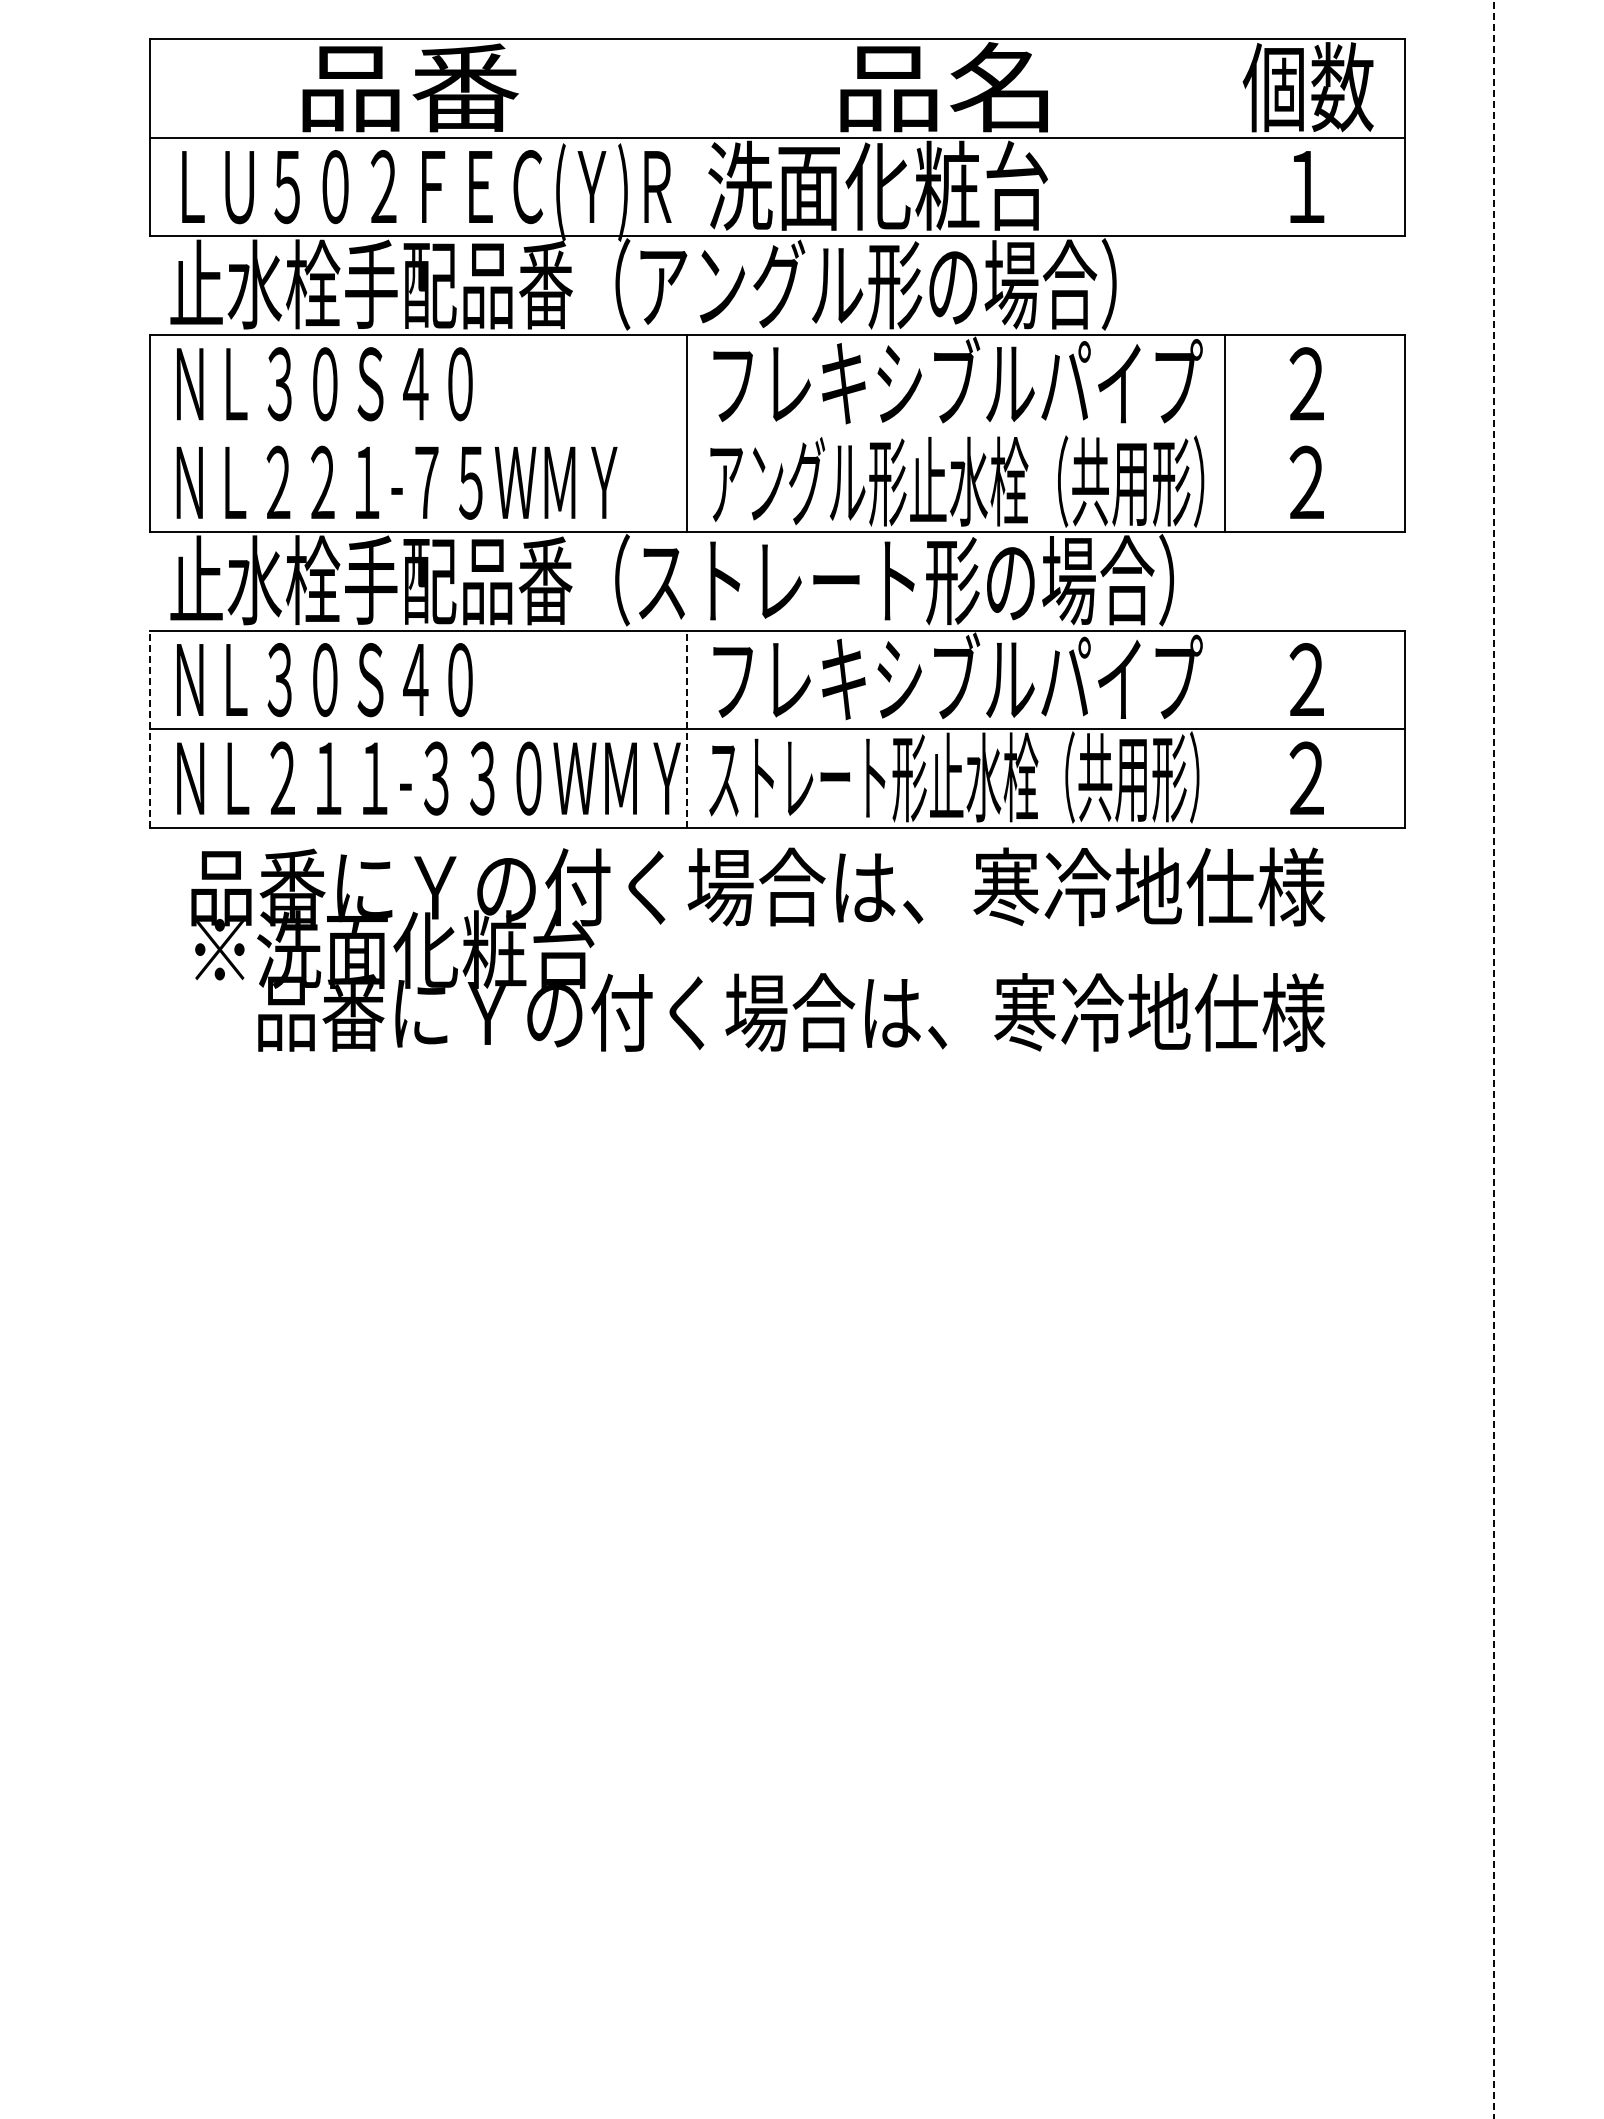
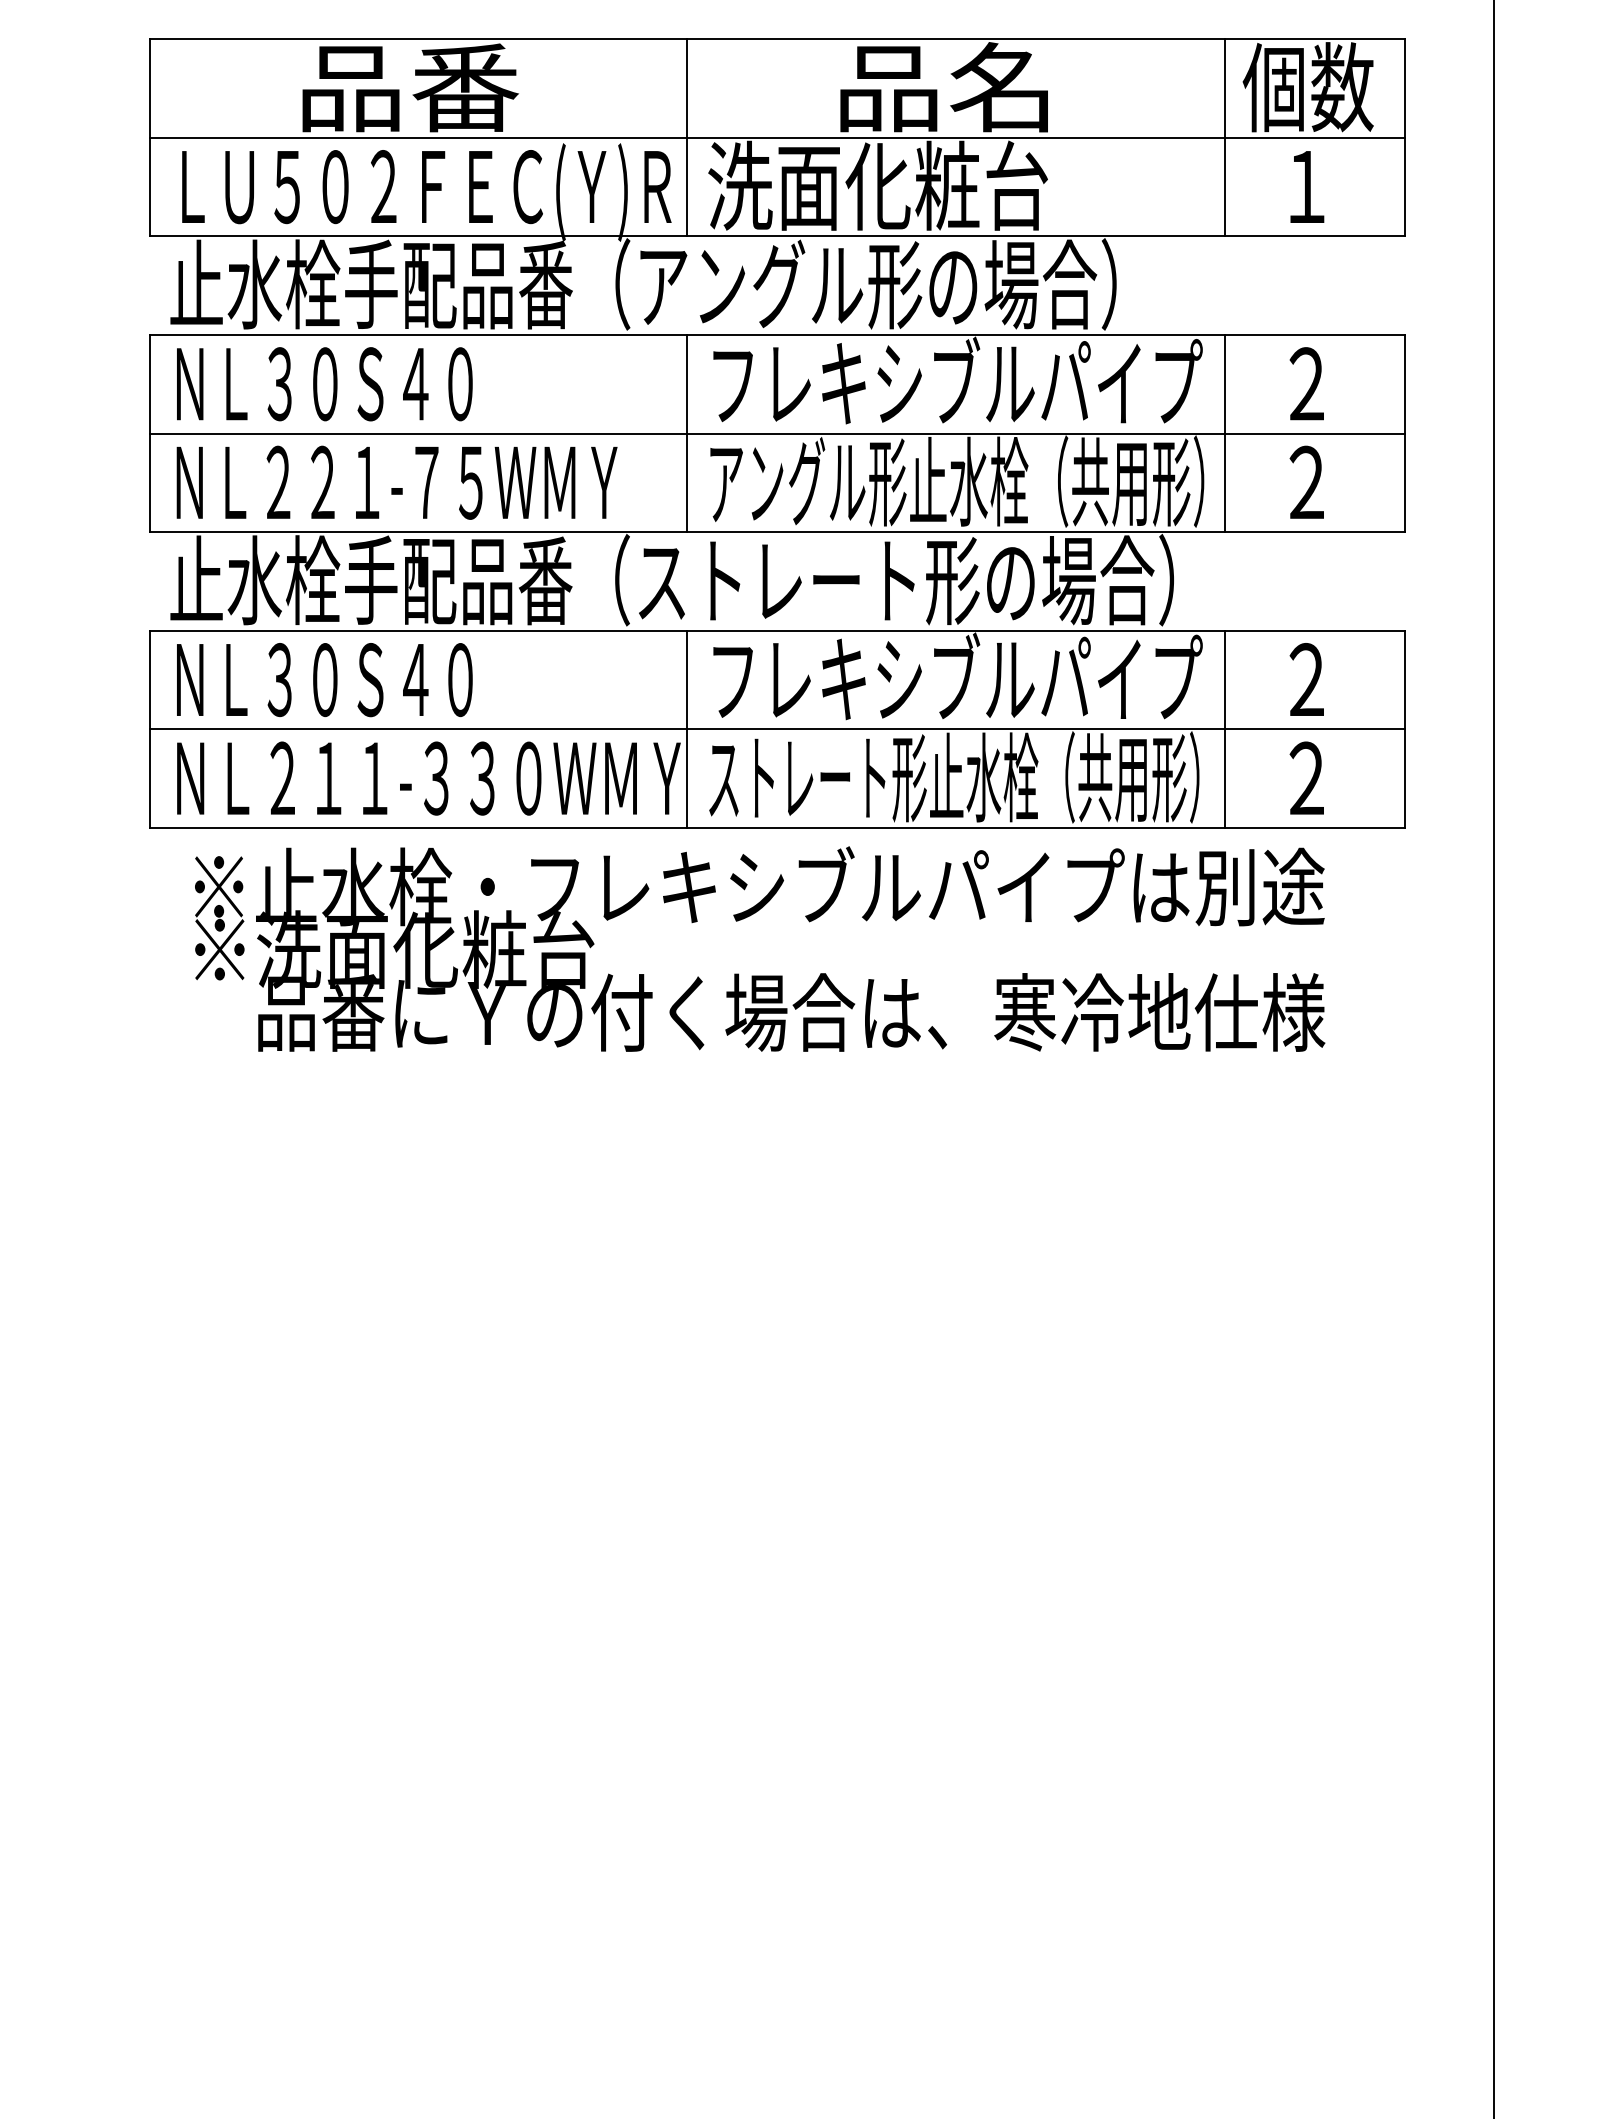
line at (687, 137): none -> present
line at (1225, 137): none -> present
line at (776, 433): none -> present
line at (149, 729): dashed -> solid
line at (687, 729): dashed -> solid
line at (1225, 729): none -> present
text at (758, 886): 品番にＹの付く場合は、寒冷地仕様 -> ※止水栓・フレキシブルパイプは別途
line at (1494, 1059): dashed -> solid
